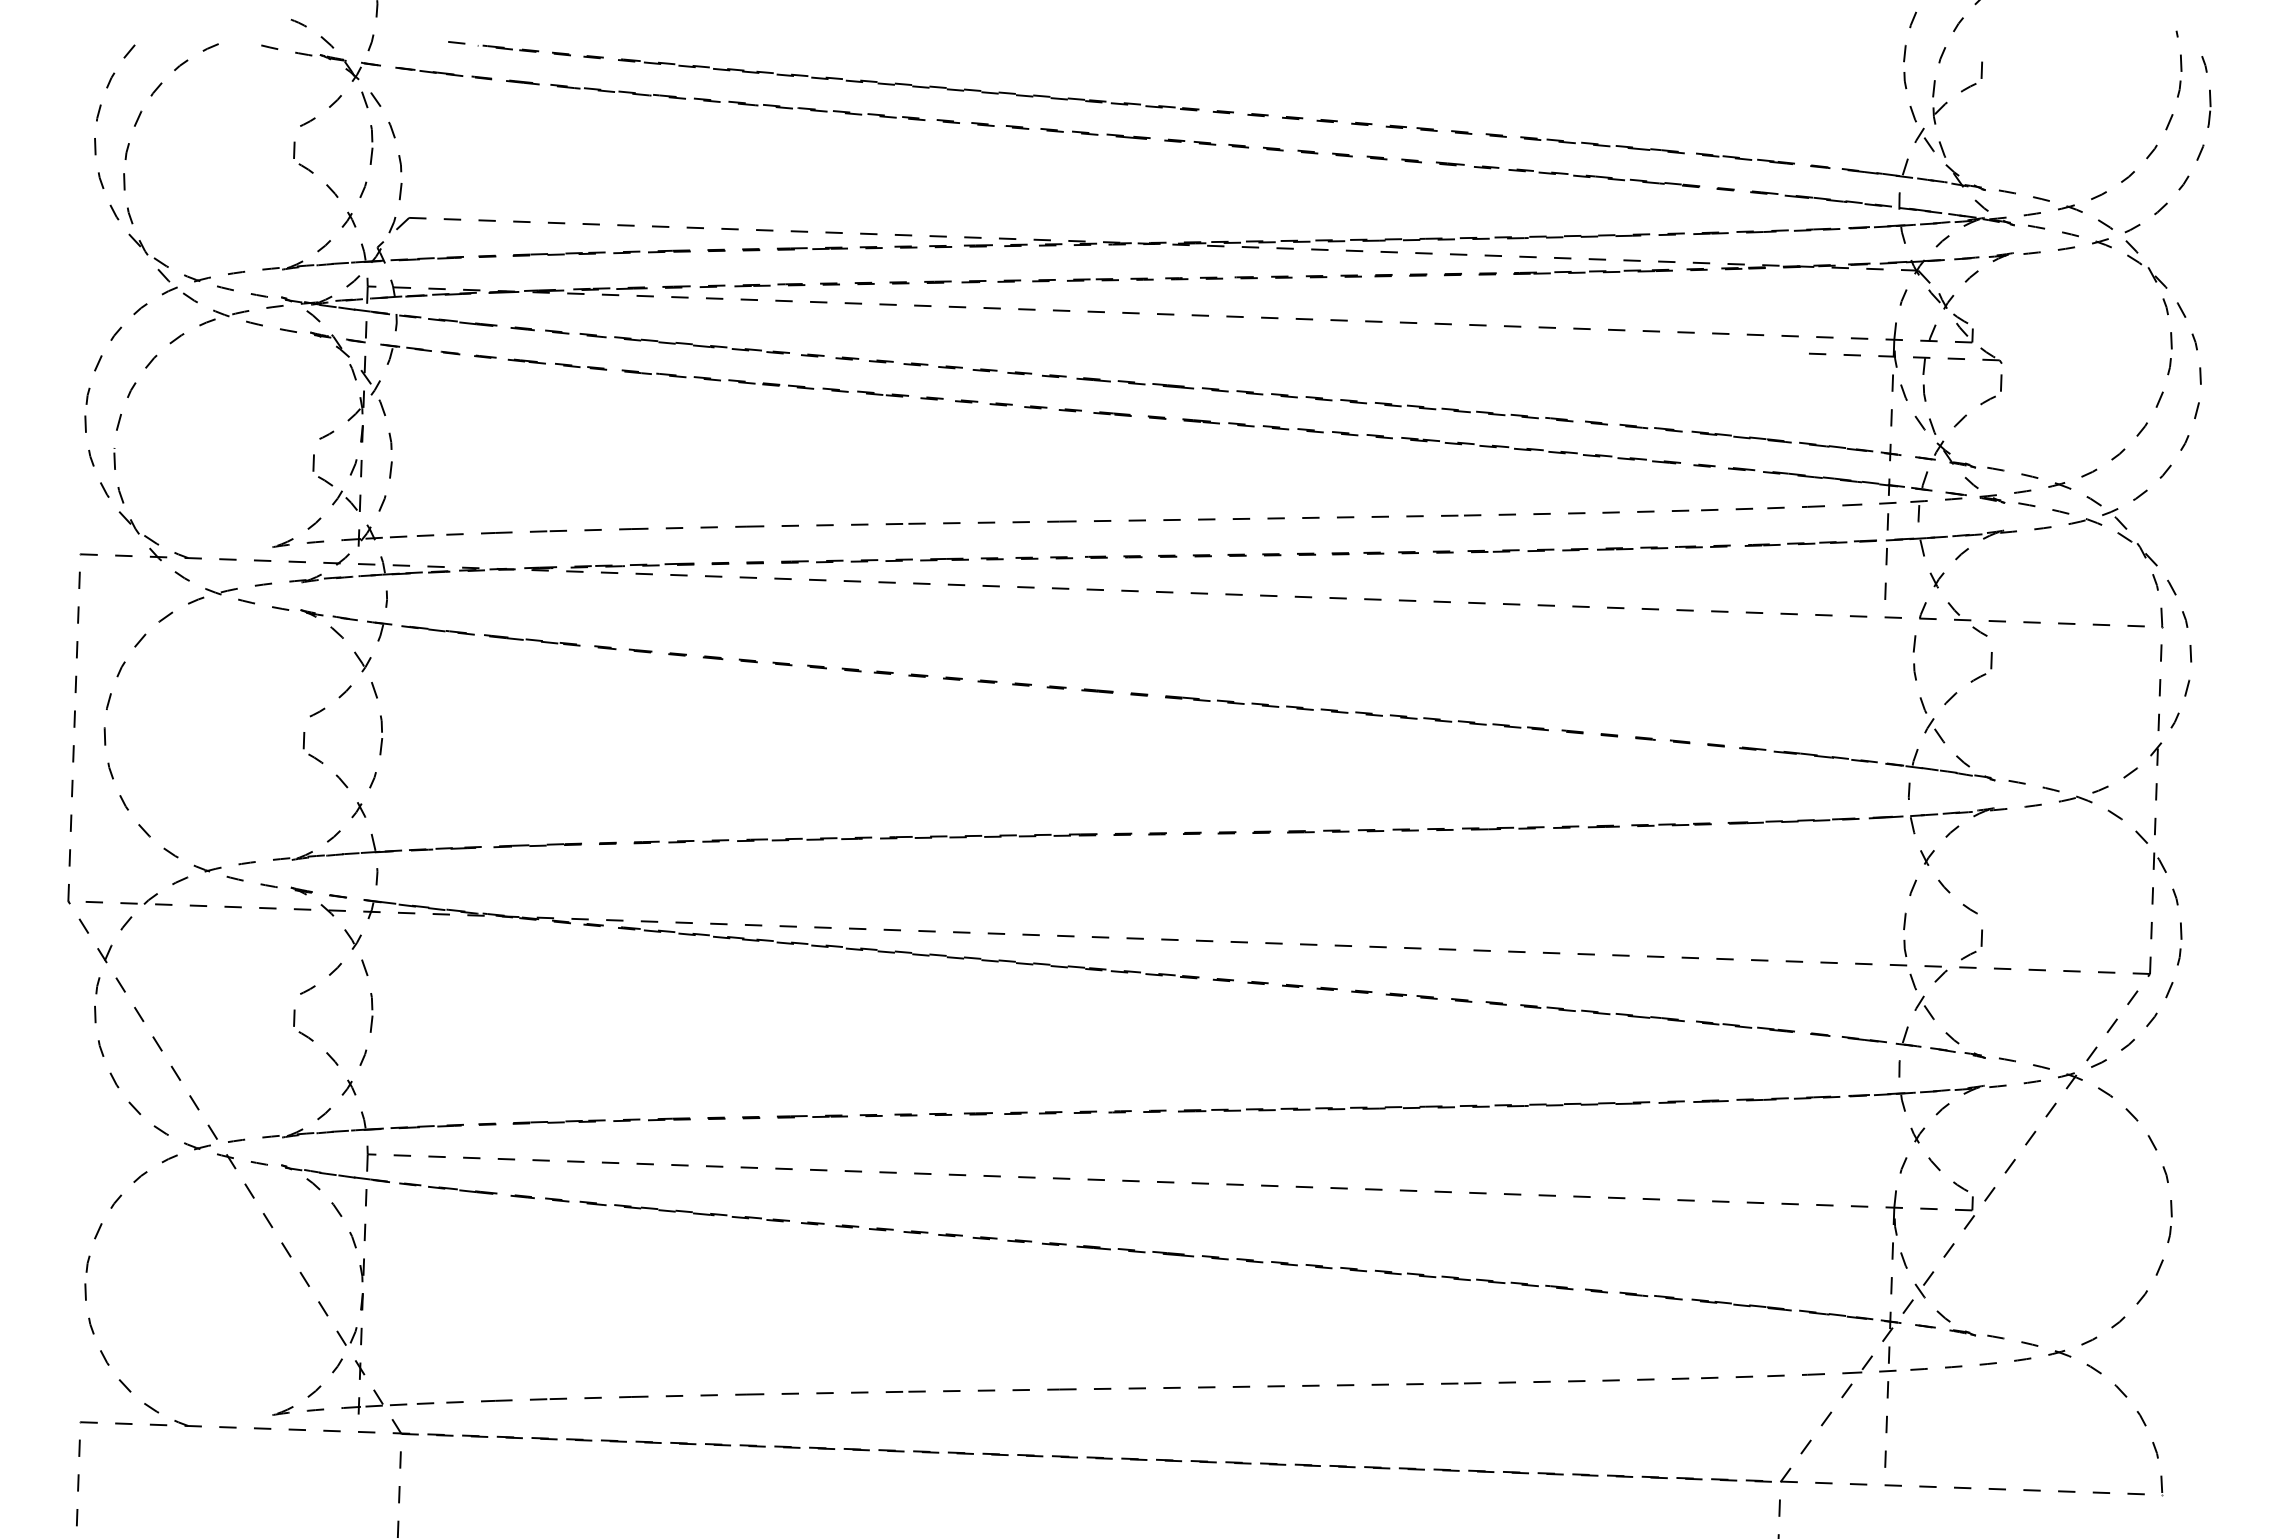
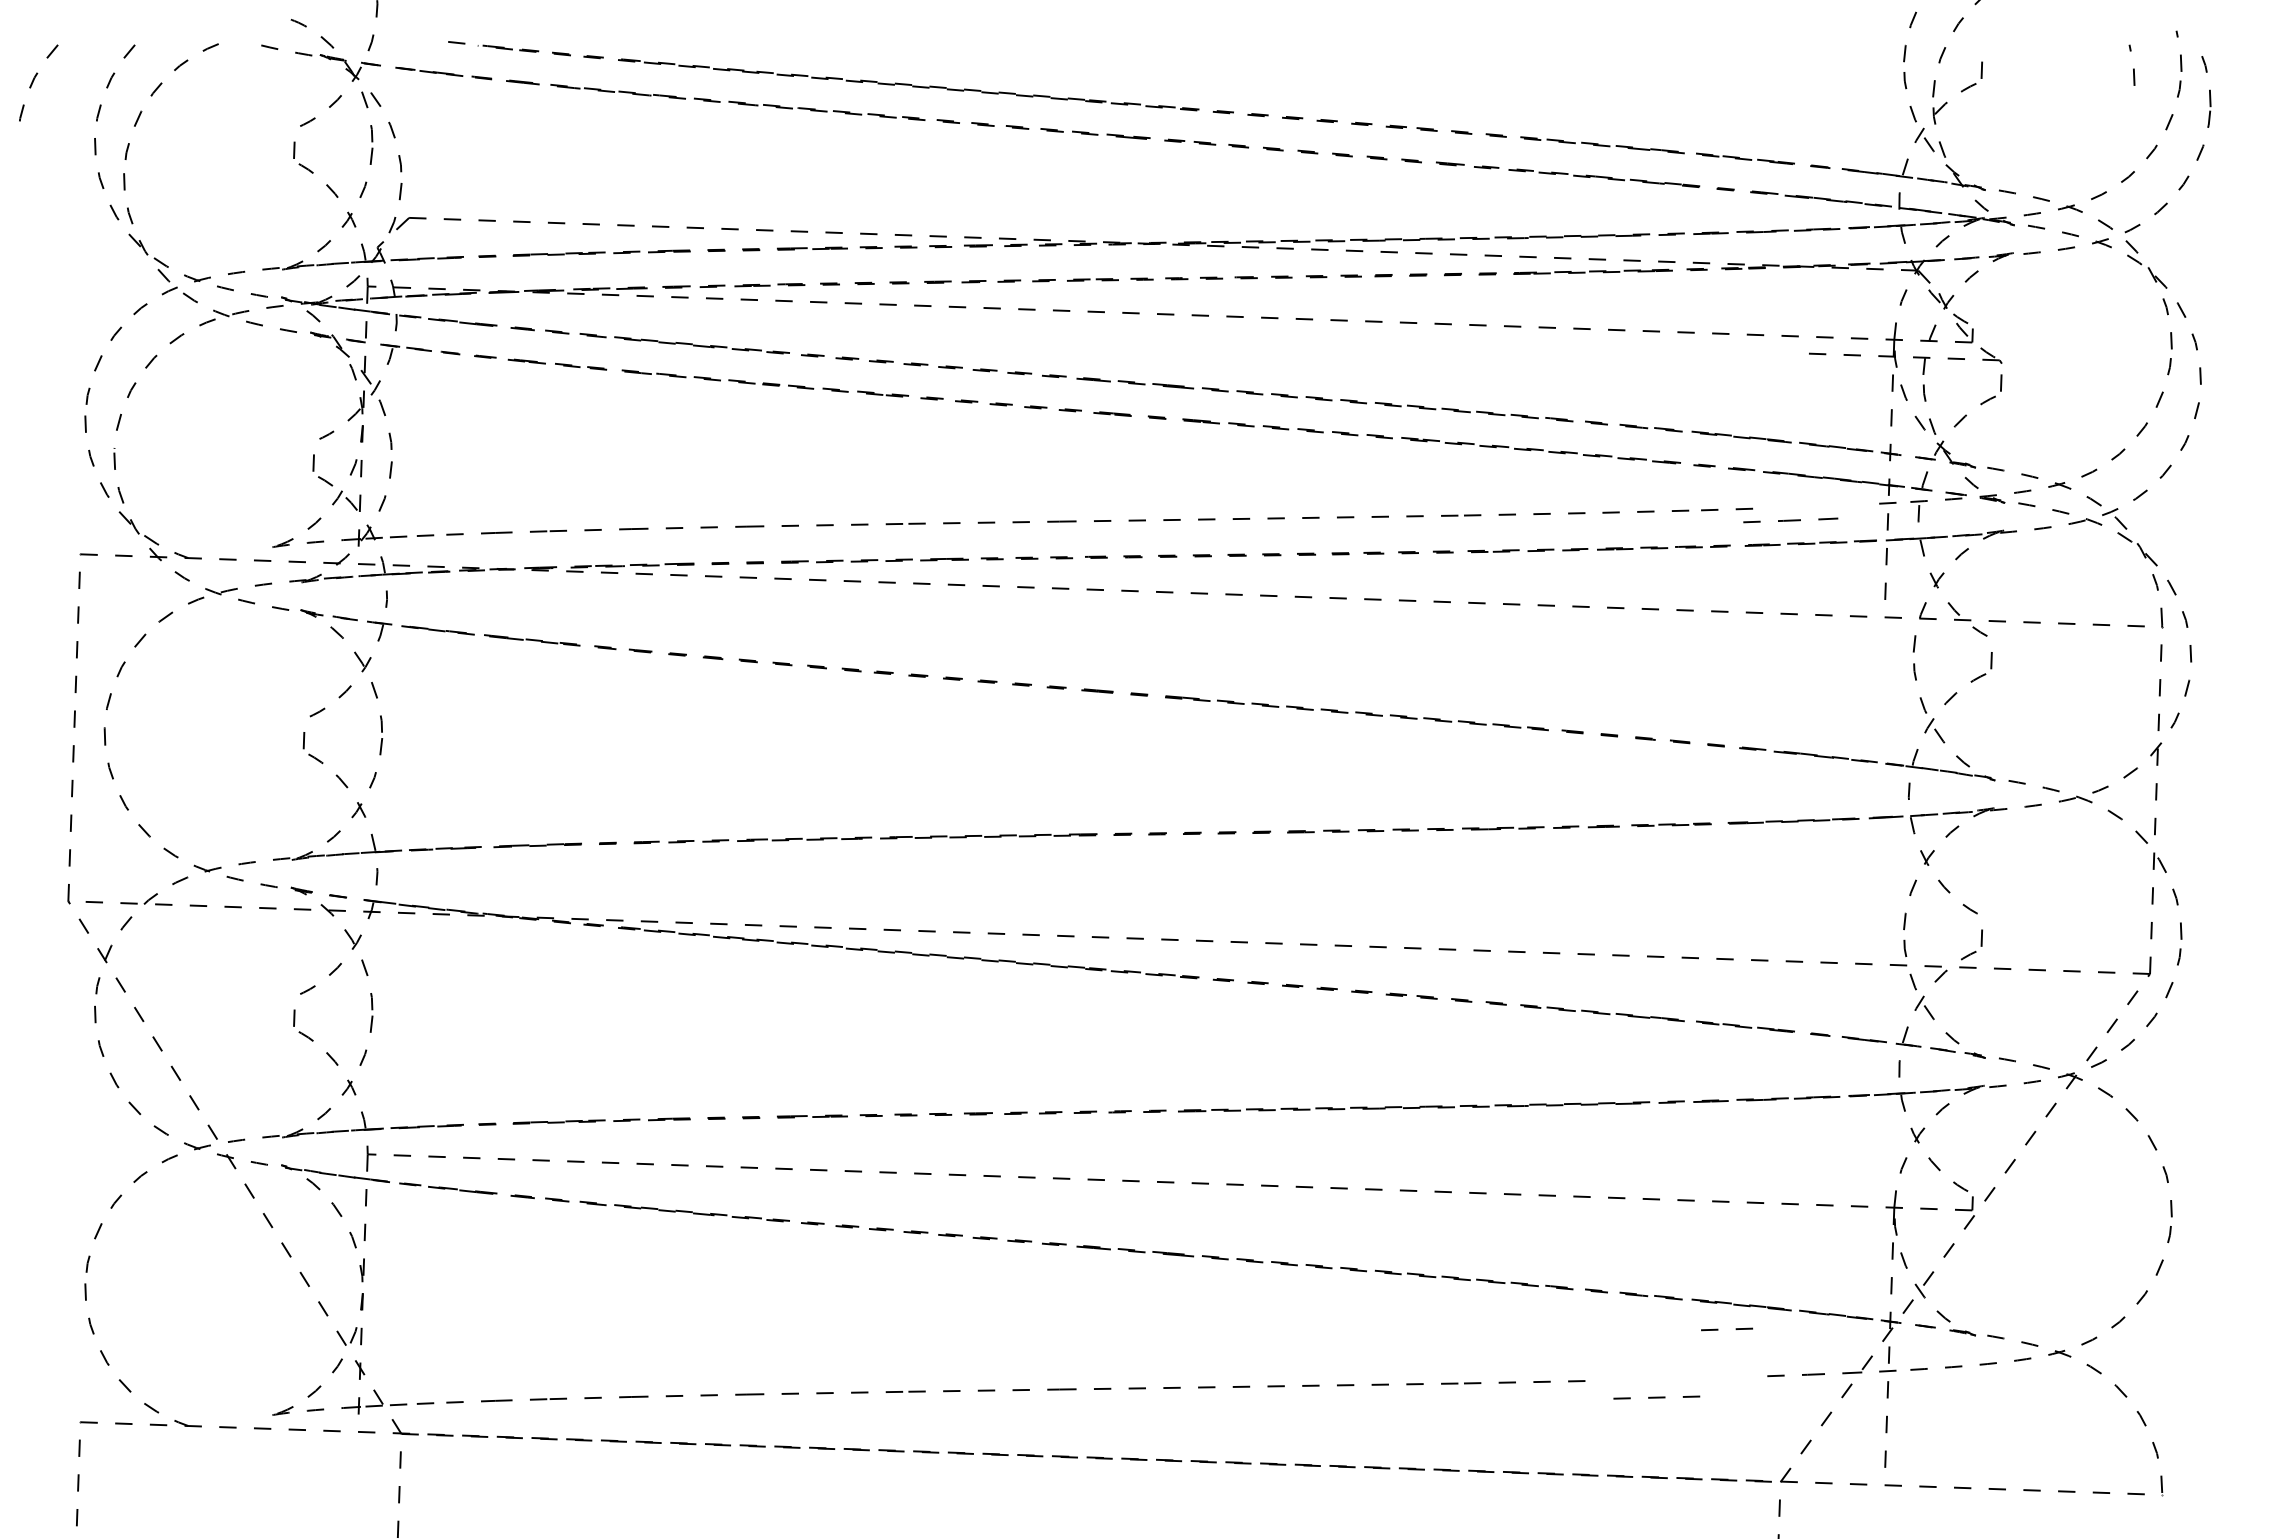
line at (2133, 68): none -> present
curve at (34, 80): none -> present
part at (1814, 506) position: (1814, 506) -> (1790, 520)
line at (1718, 1377) position: (1718, 1377) -> (1718, 1329)
line at (1645, 1379) position: (1645, 1379) -> (1656, 1397)
